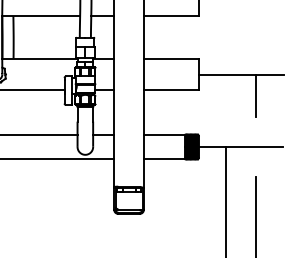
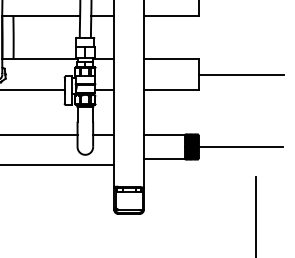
line at (256, 95): present -> none
line at (58, 159) position: (58, 159) -> (58, 165)
line at (226, 200): present -> none
